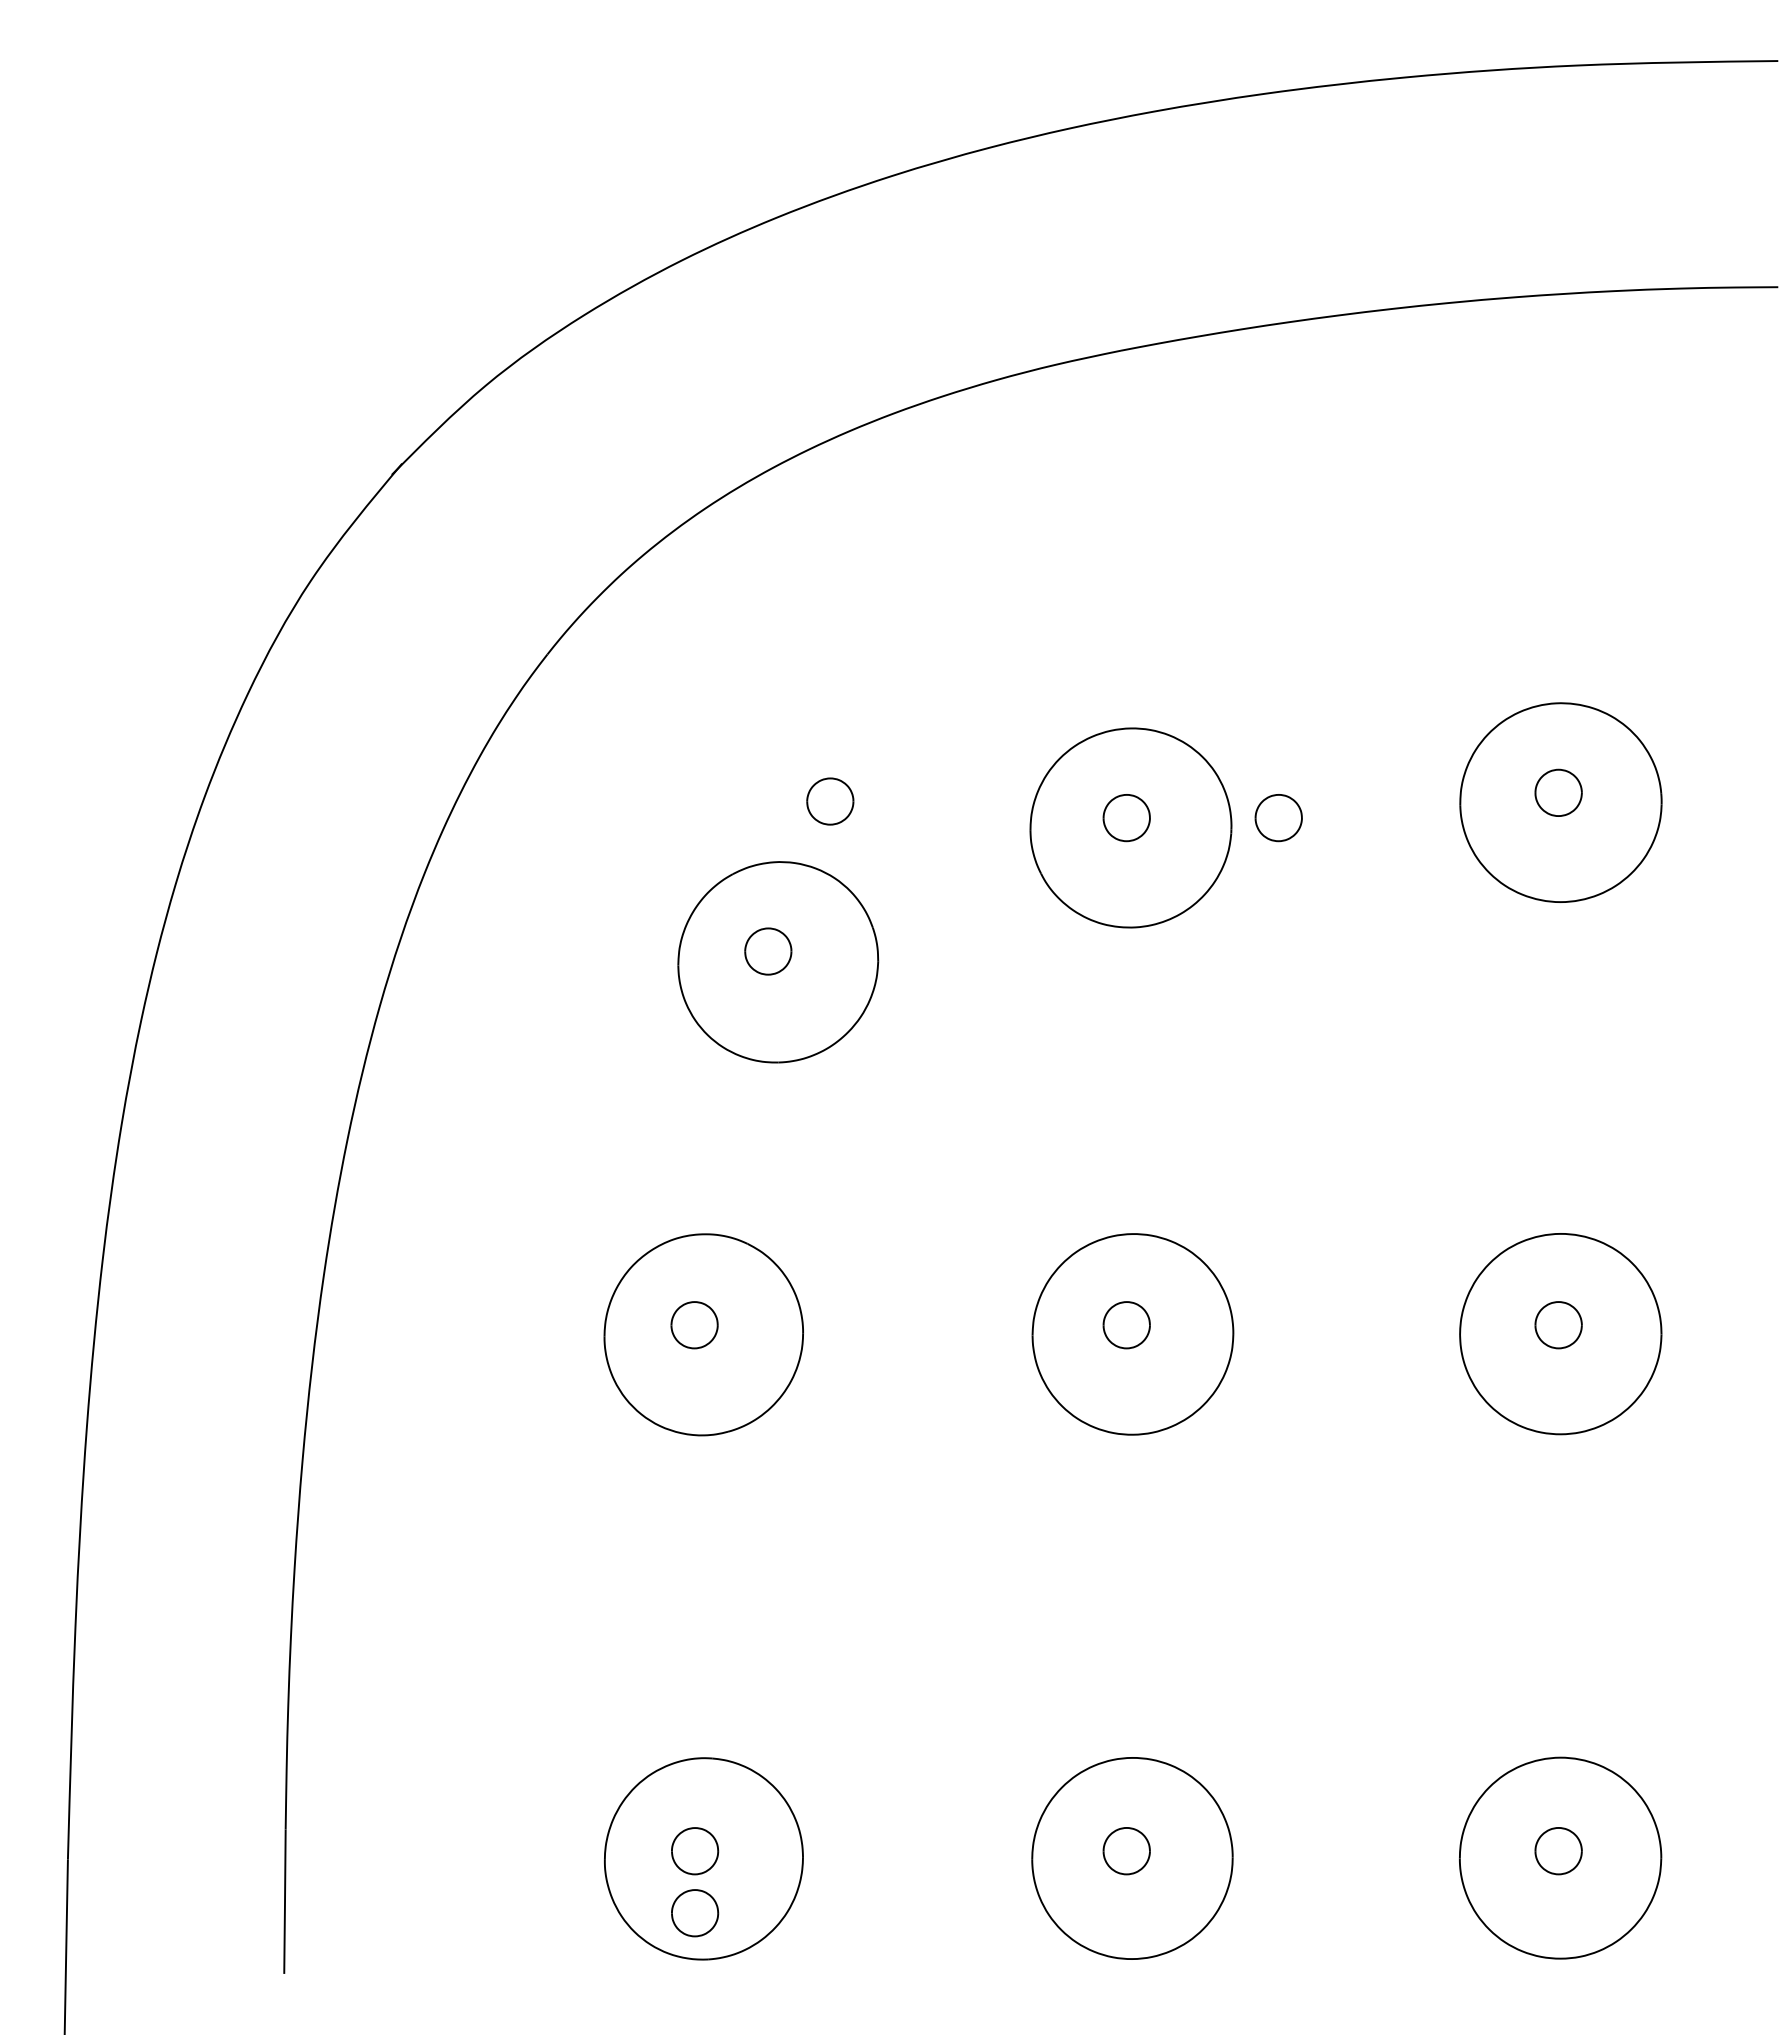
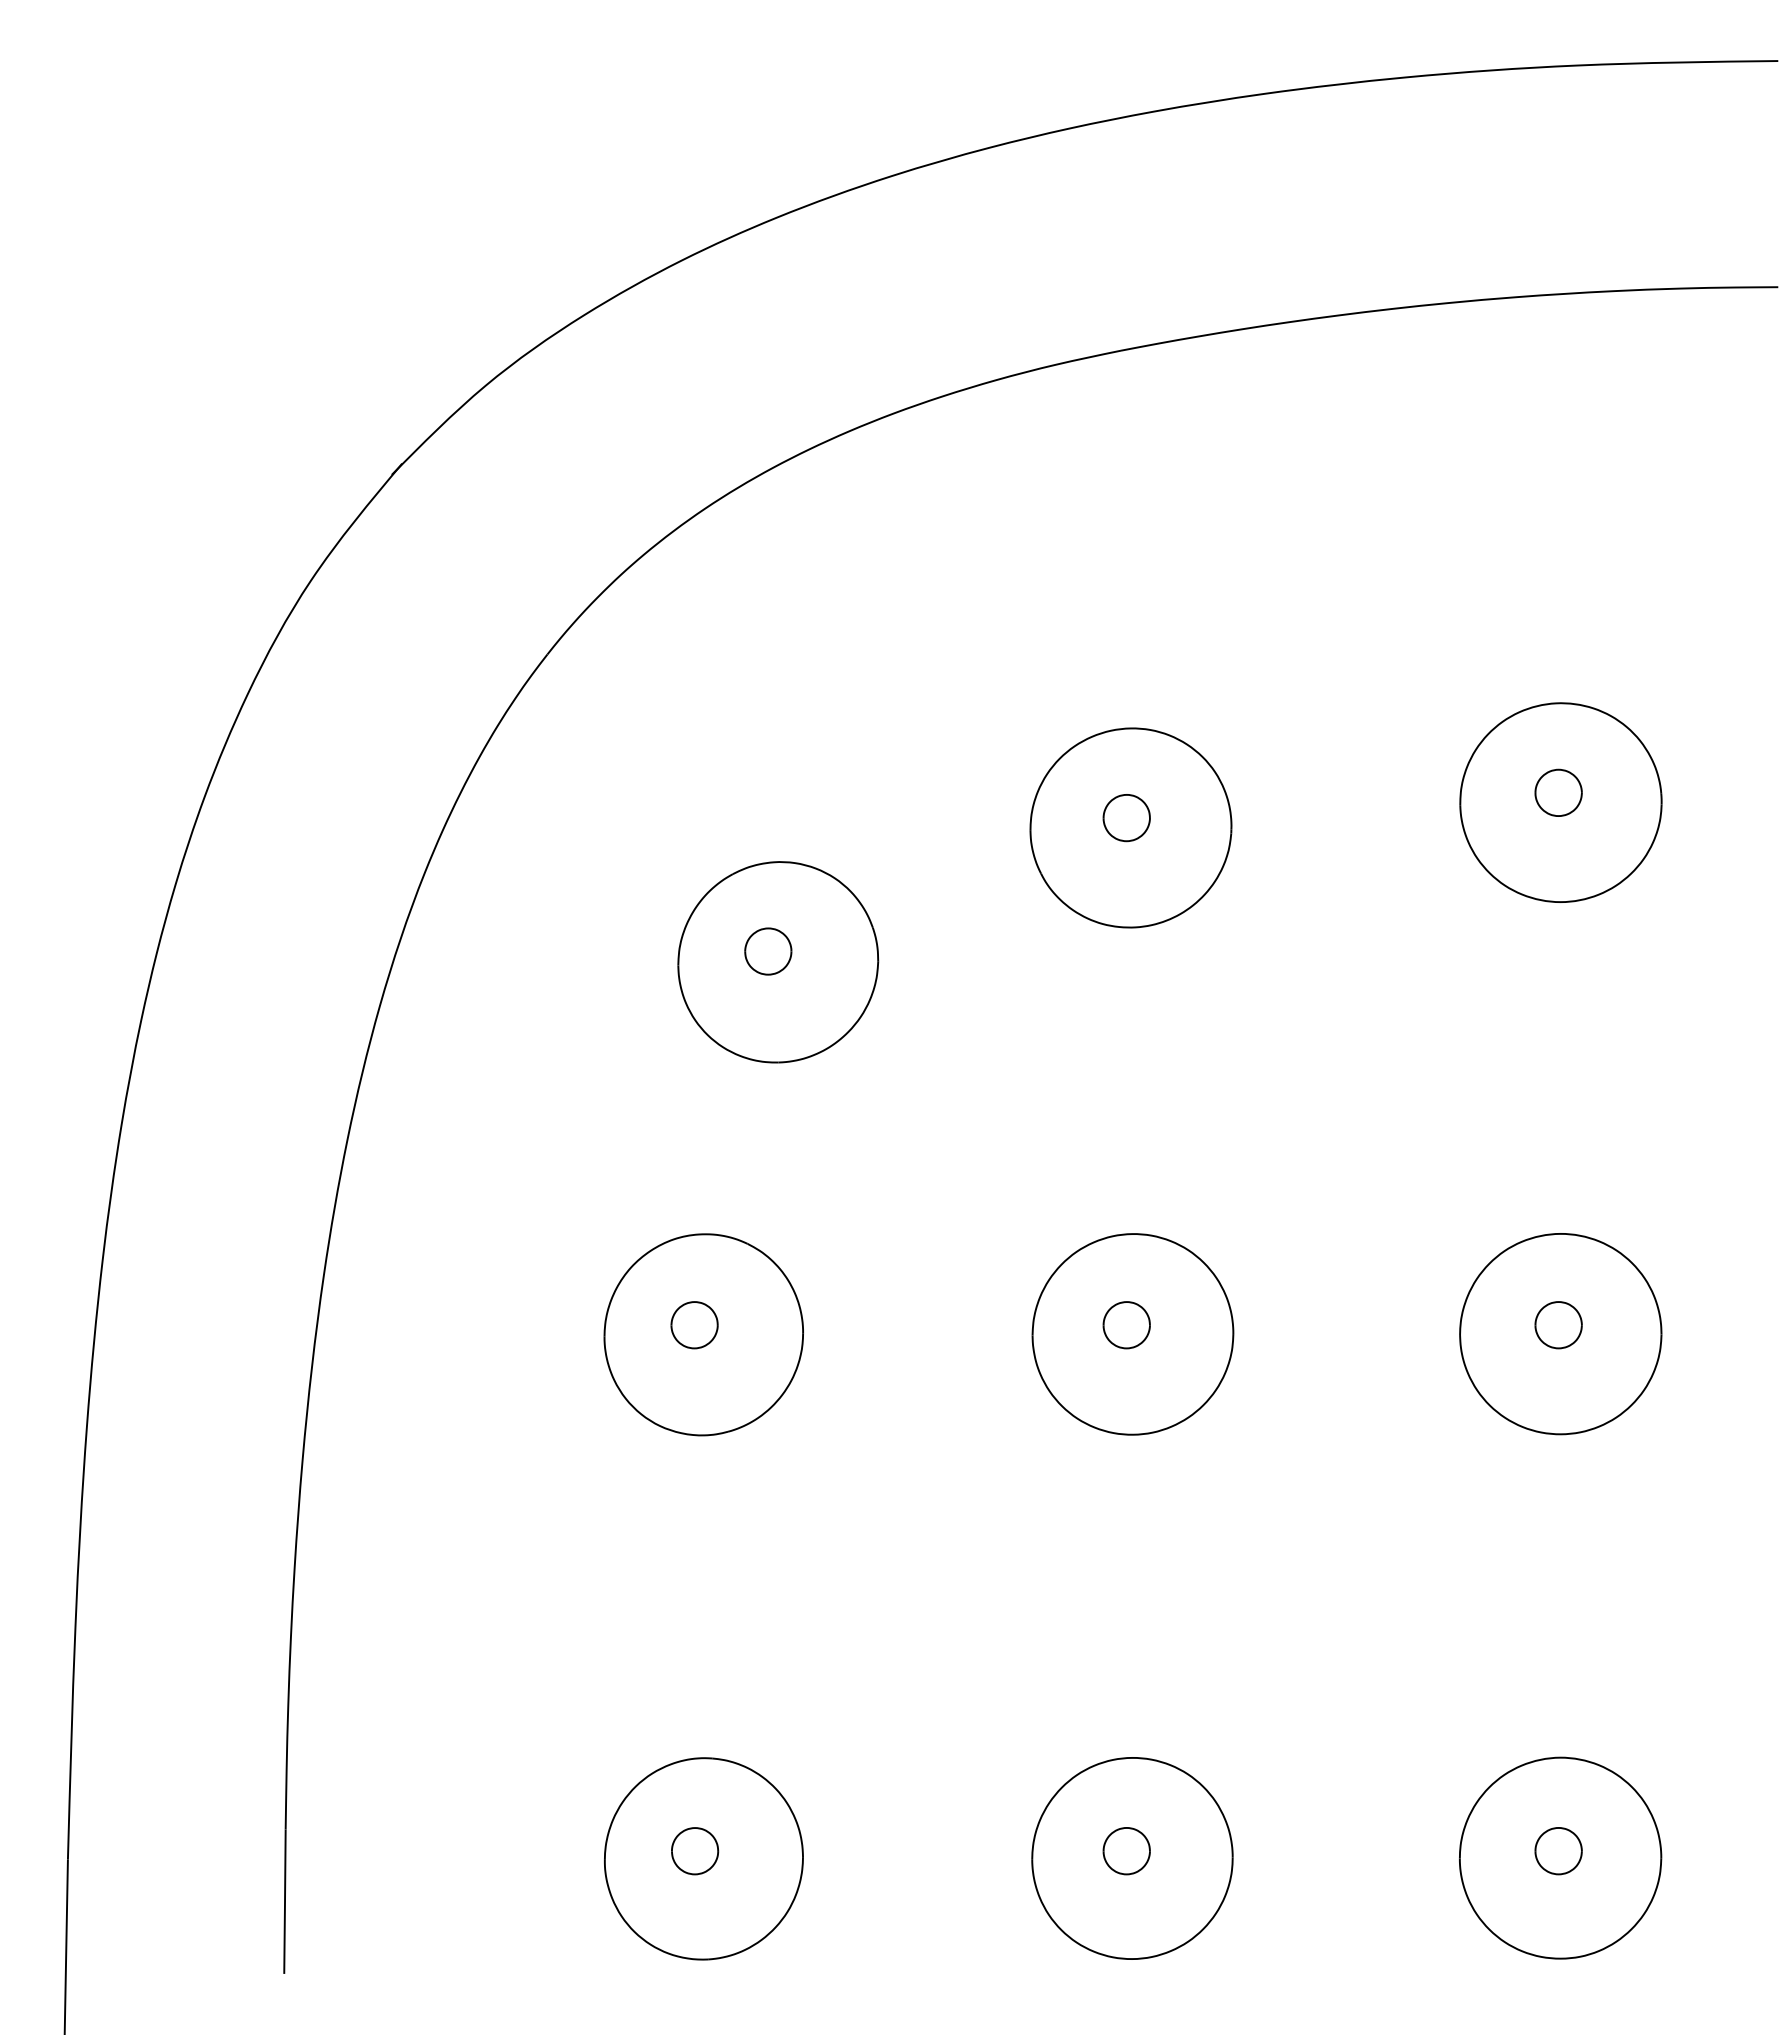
part at (830, 801): present -> none
part at (1278, 818): present -> none
part at (695, 1913): present -> none
